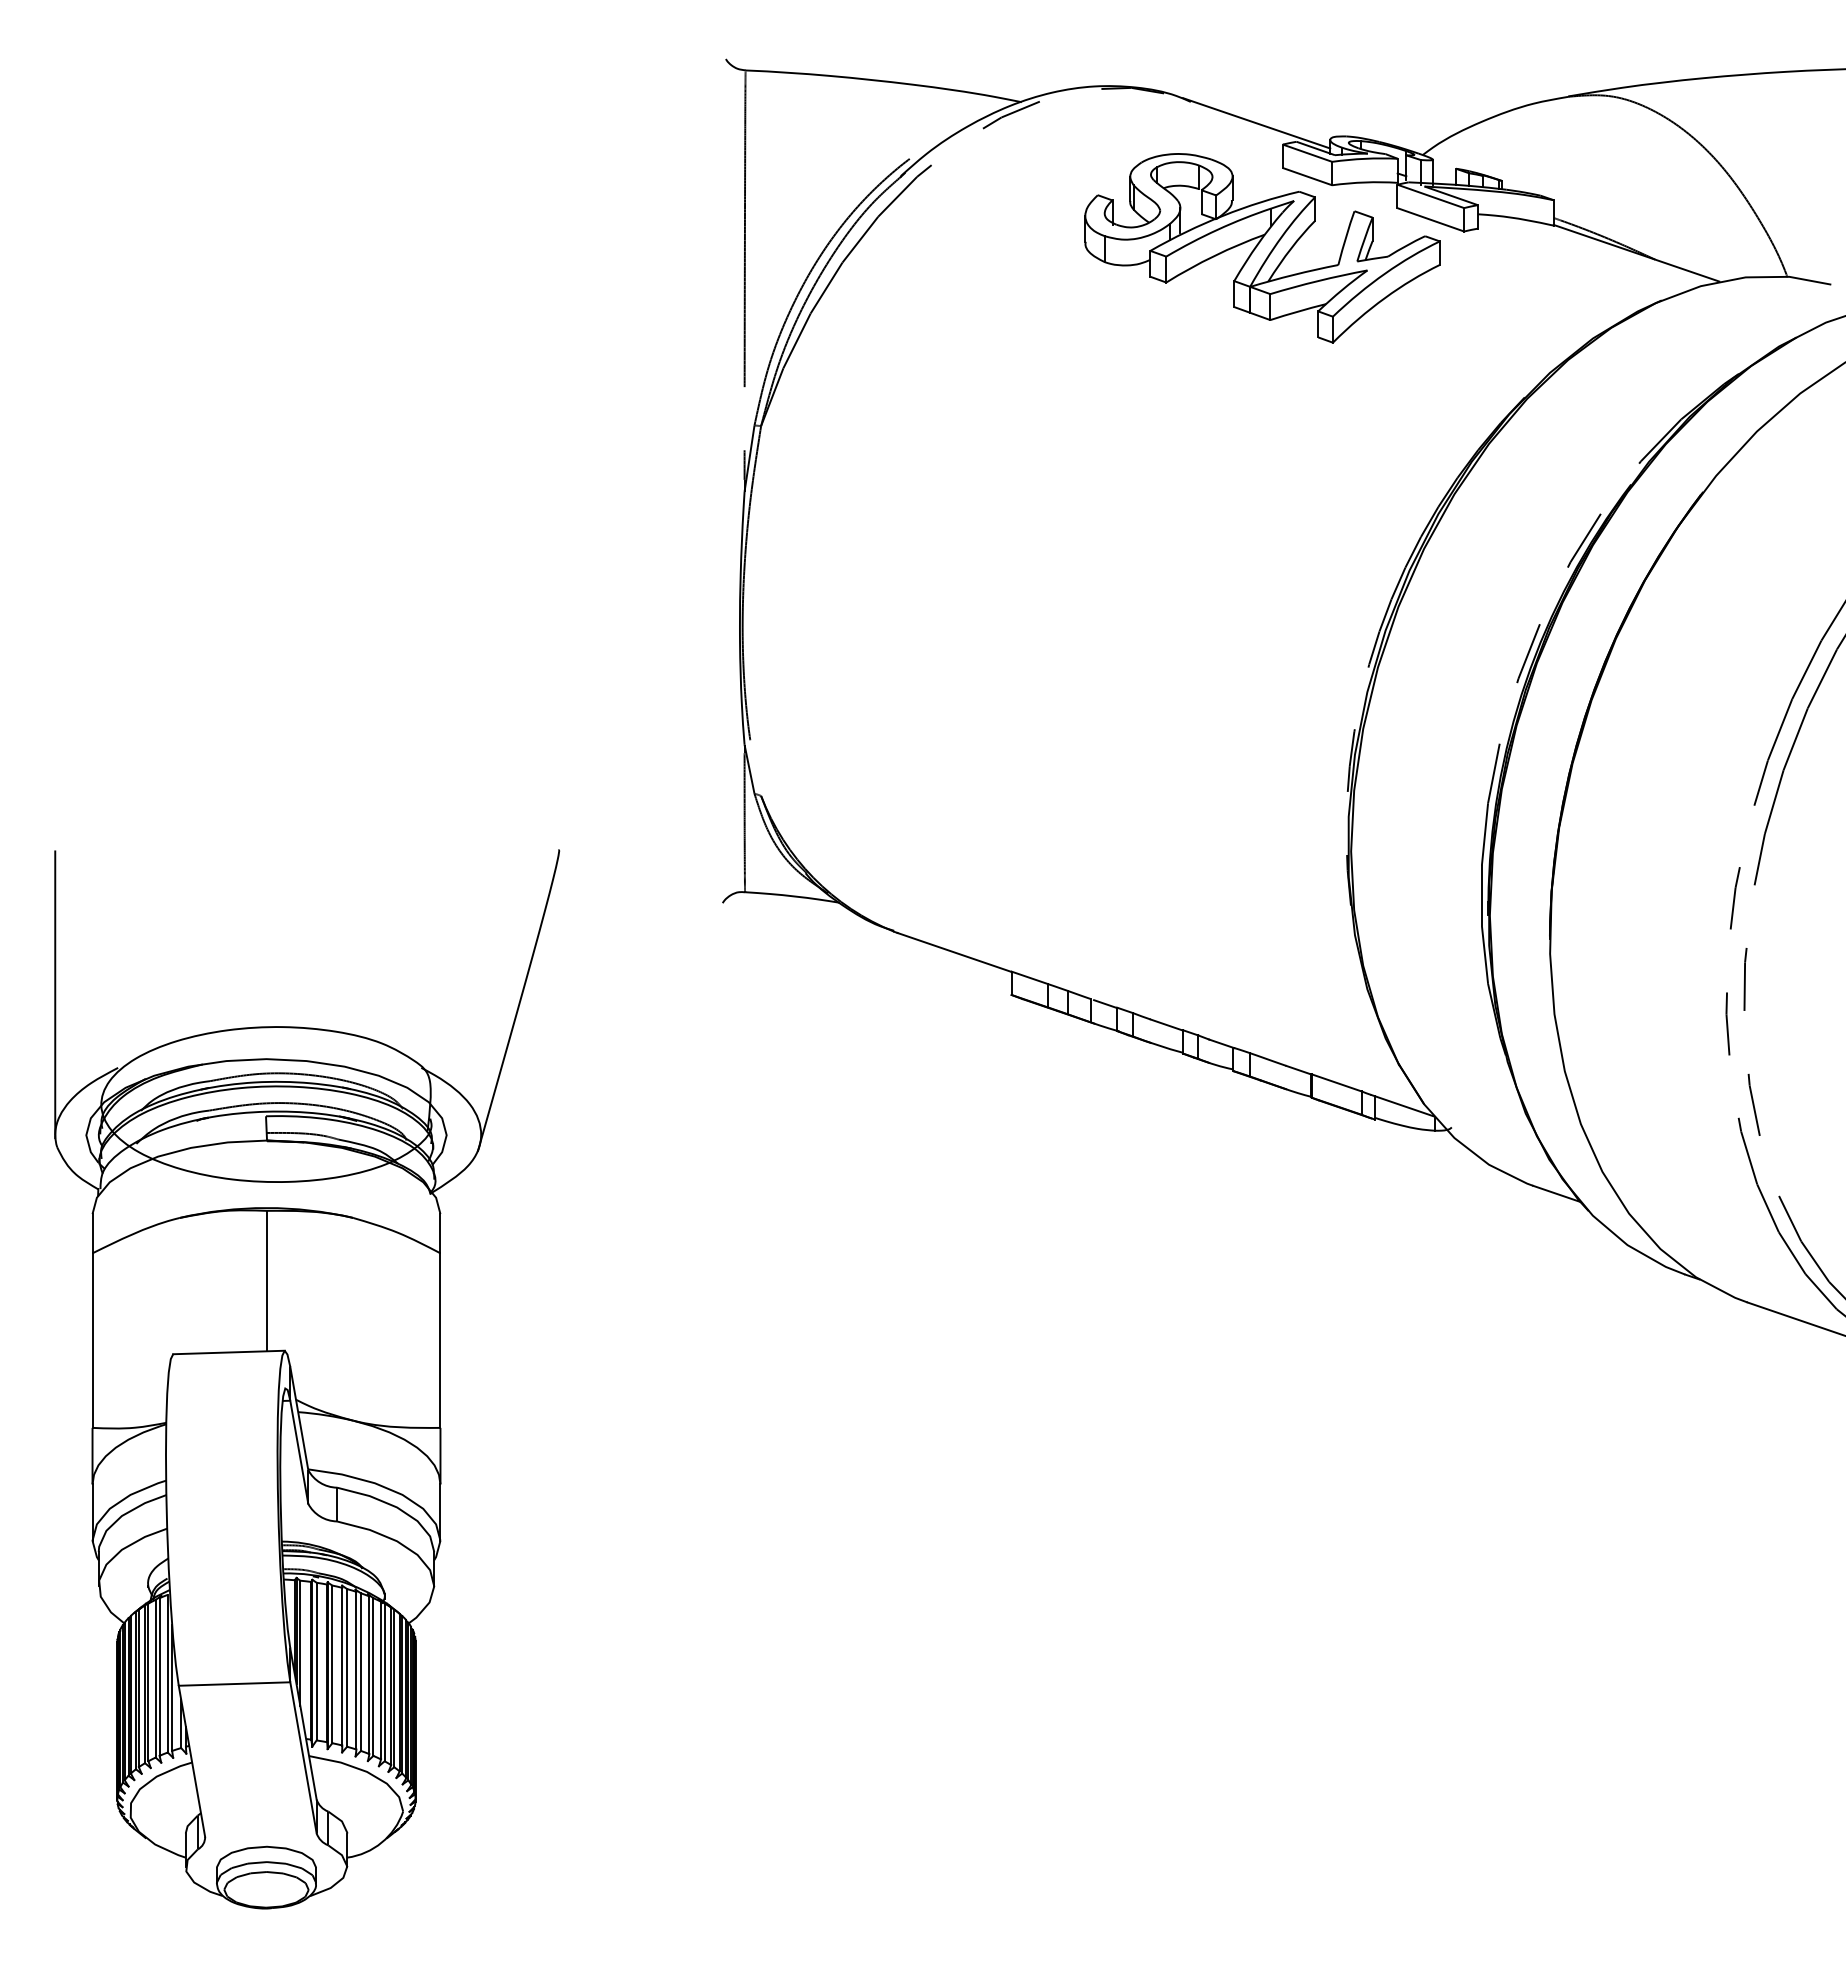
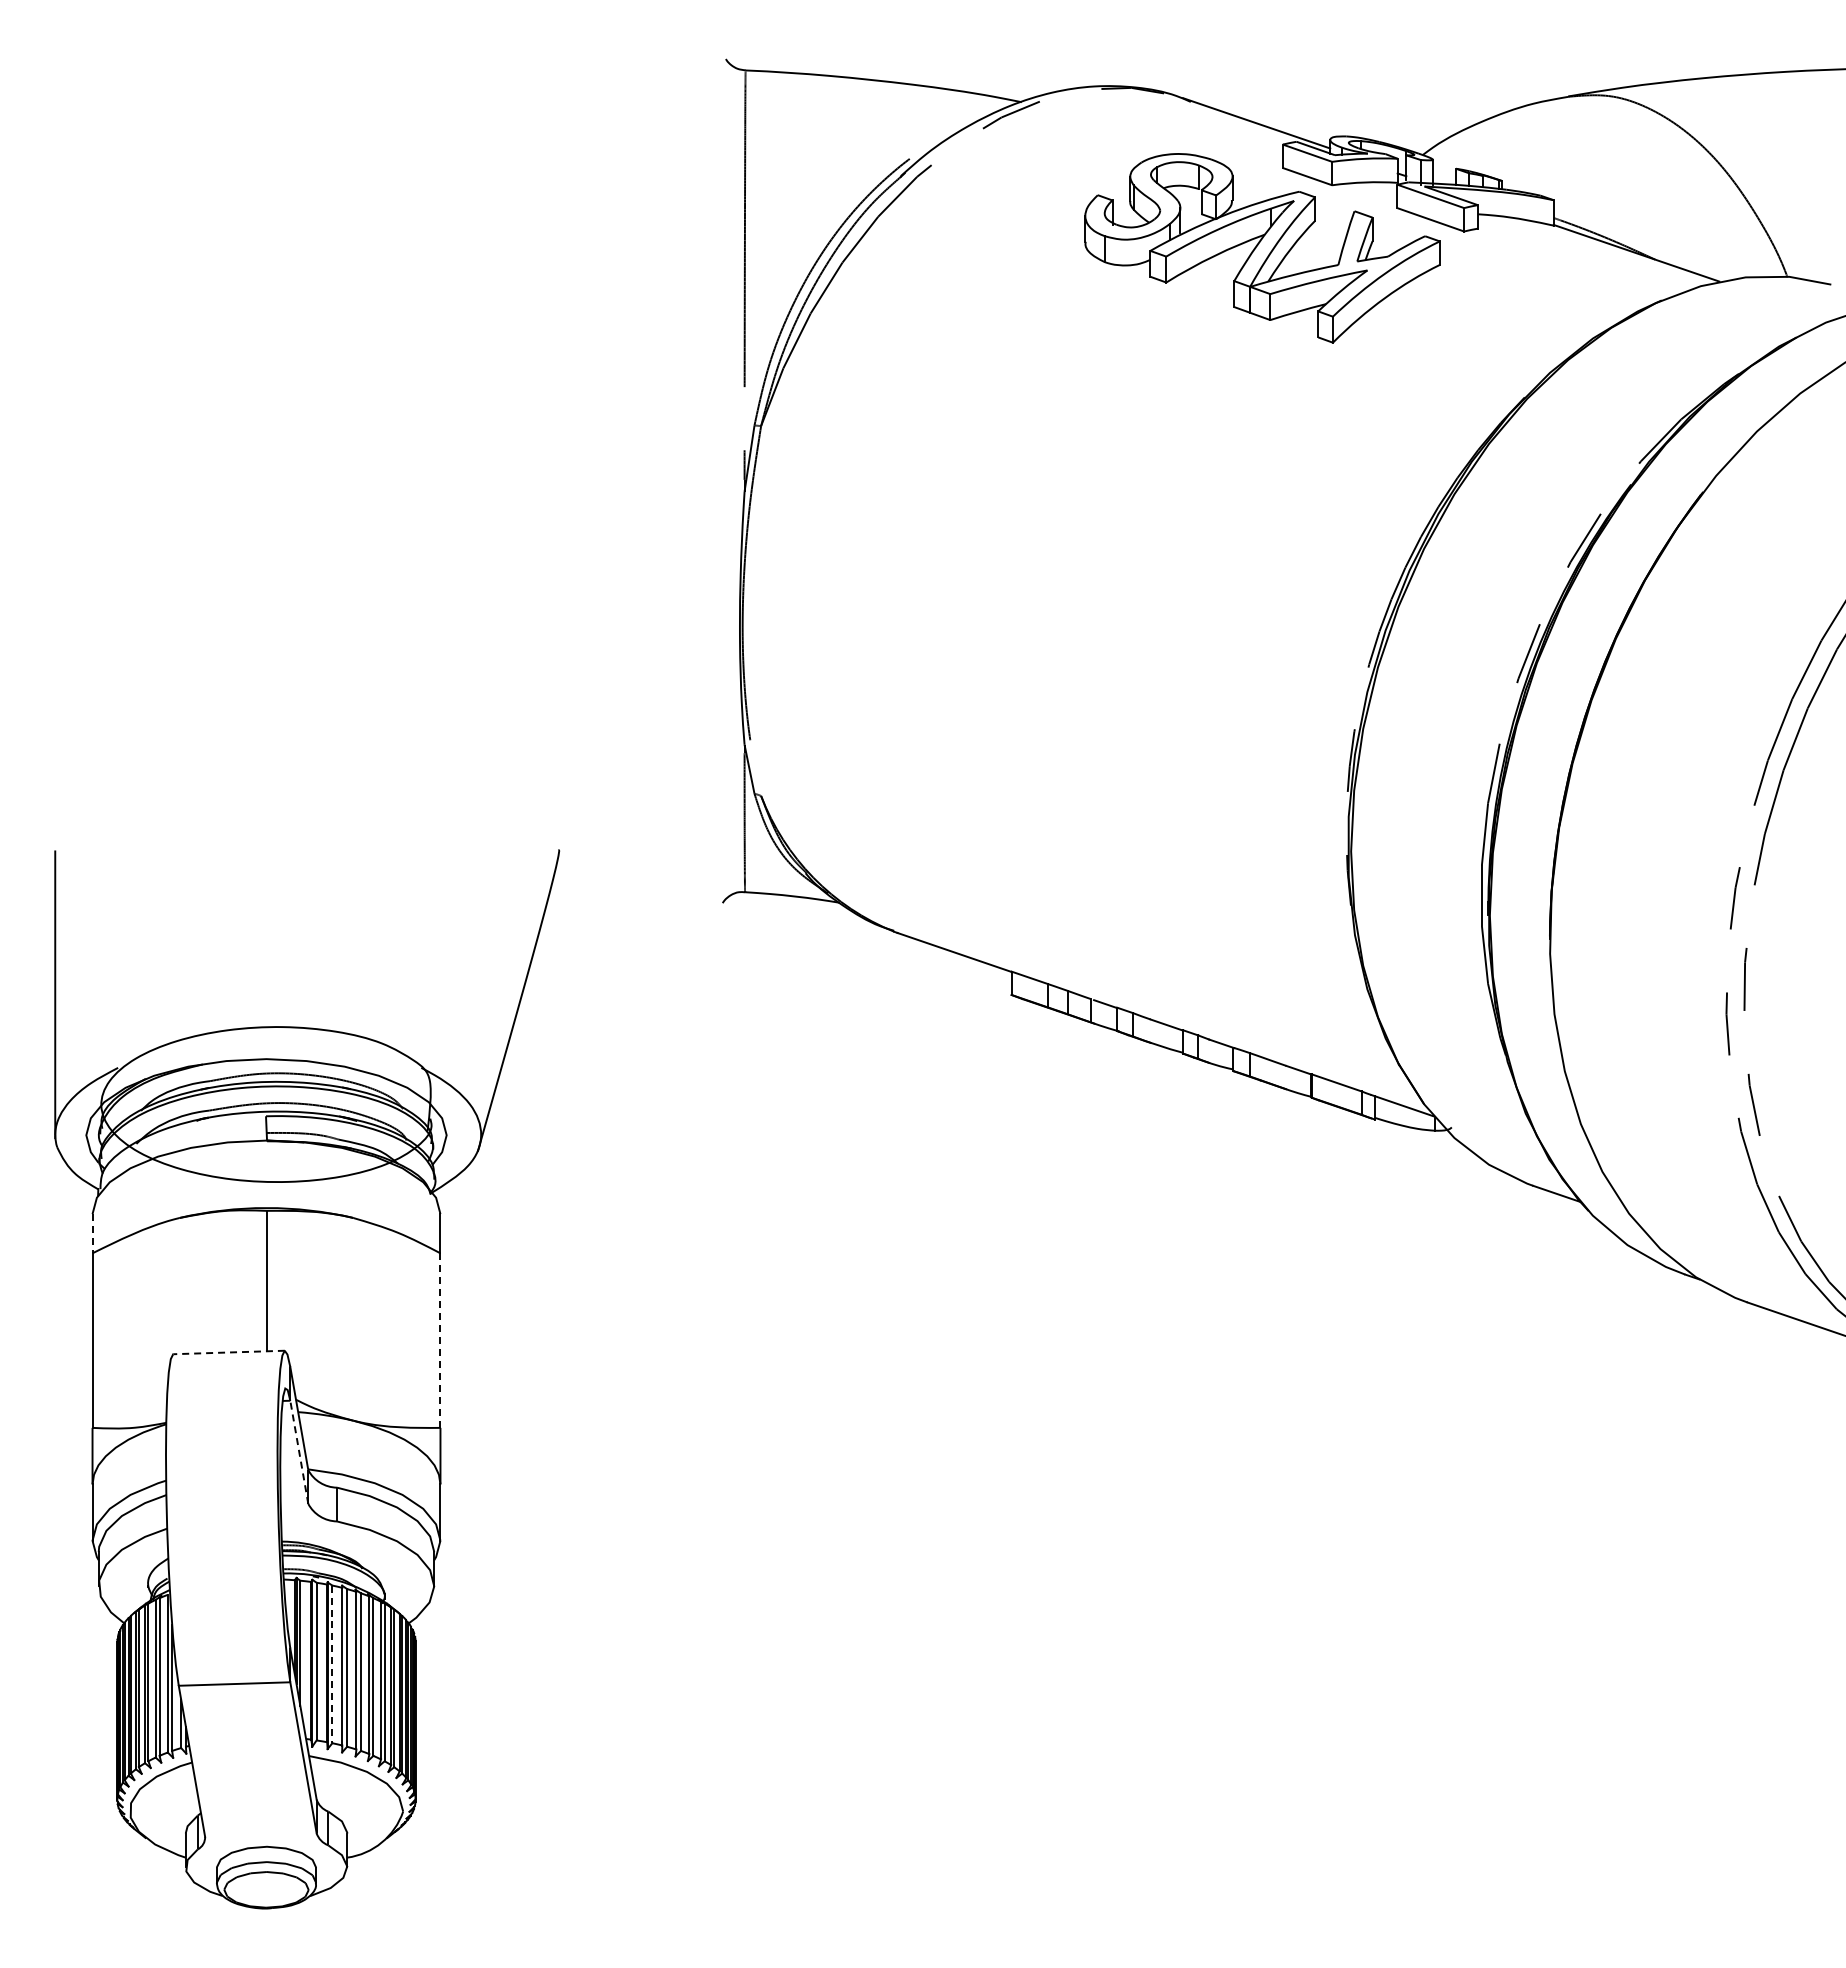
line at (92, 1233): solid -> dashed
line at (440, 1341): solid -> dashed
line at (229, 1352): solid -> dashed
line at (299, 1451): solid -> dashed
line at (332, 1664): solid -> dashed
